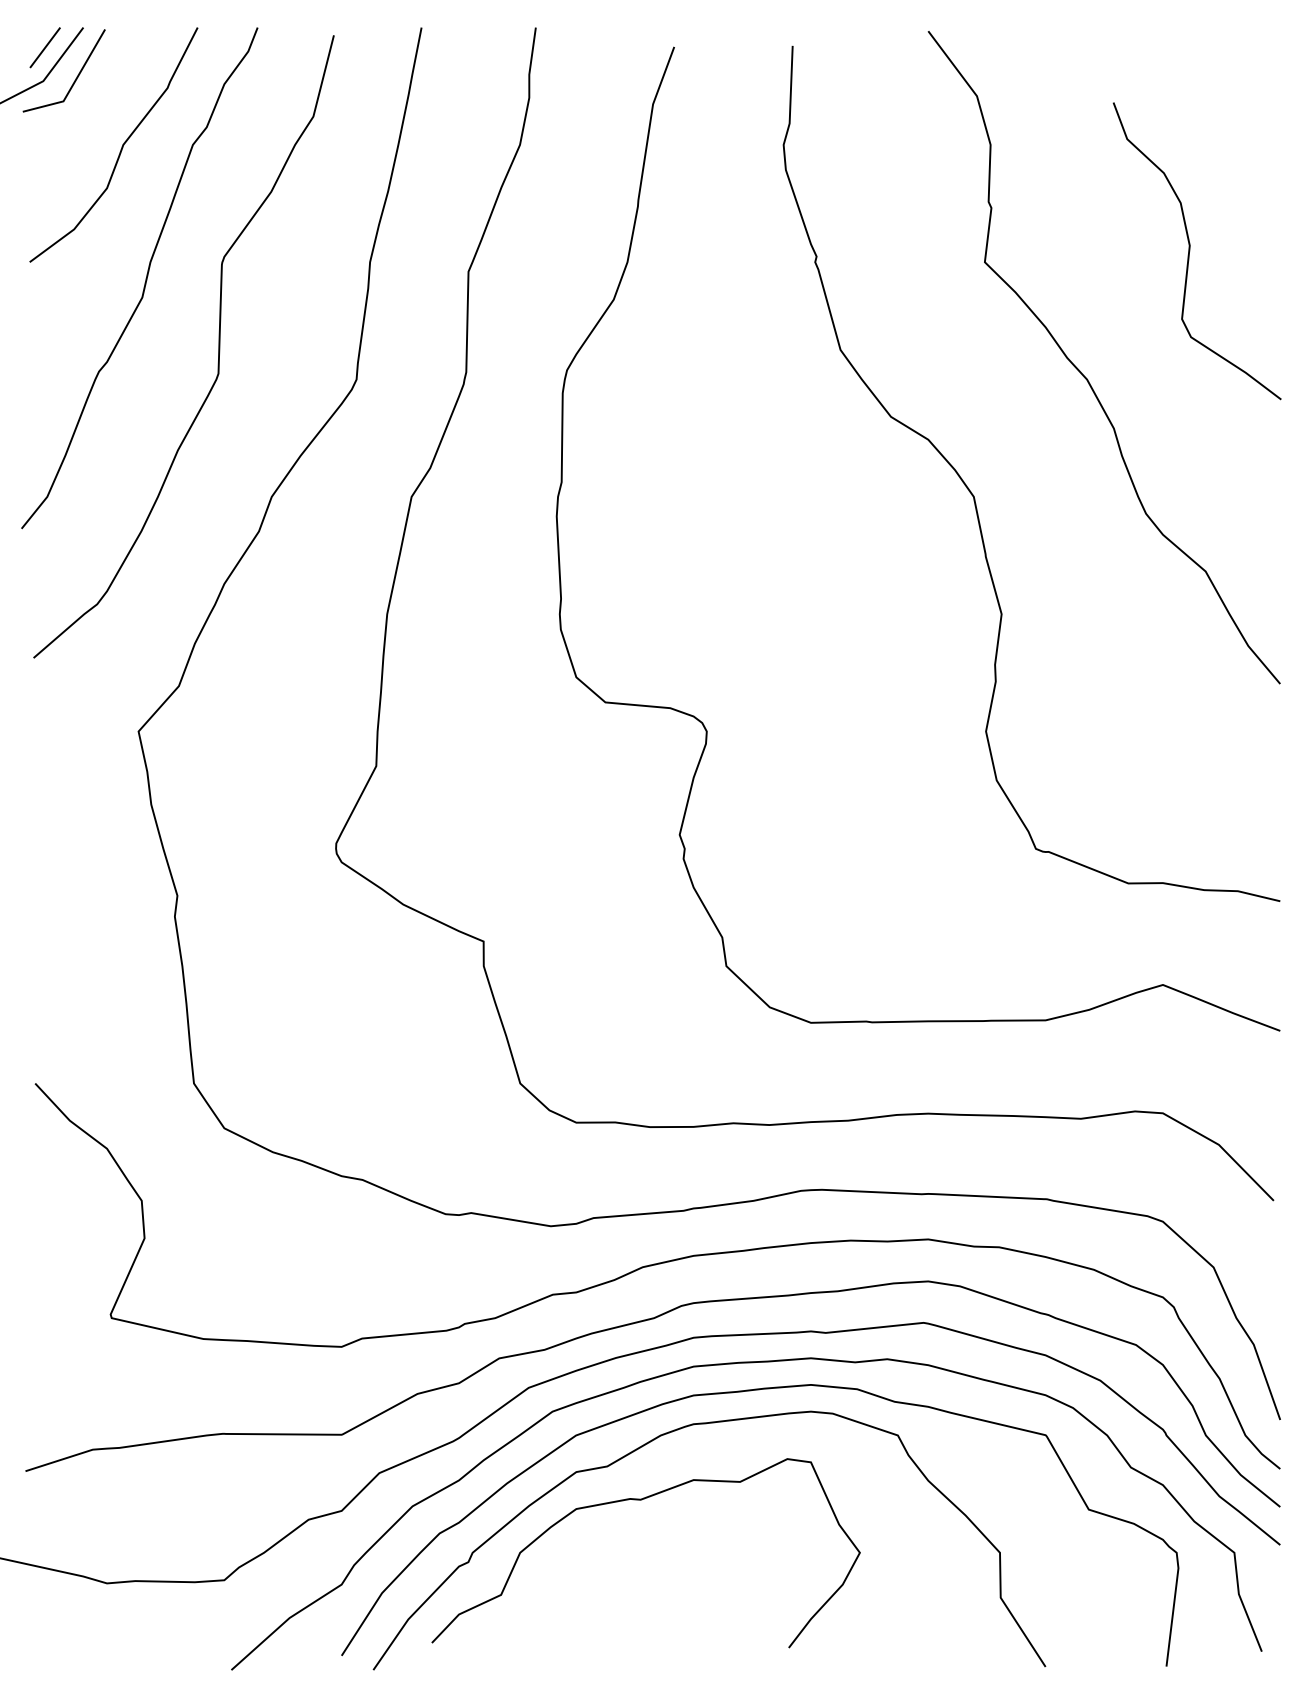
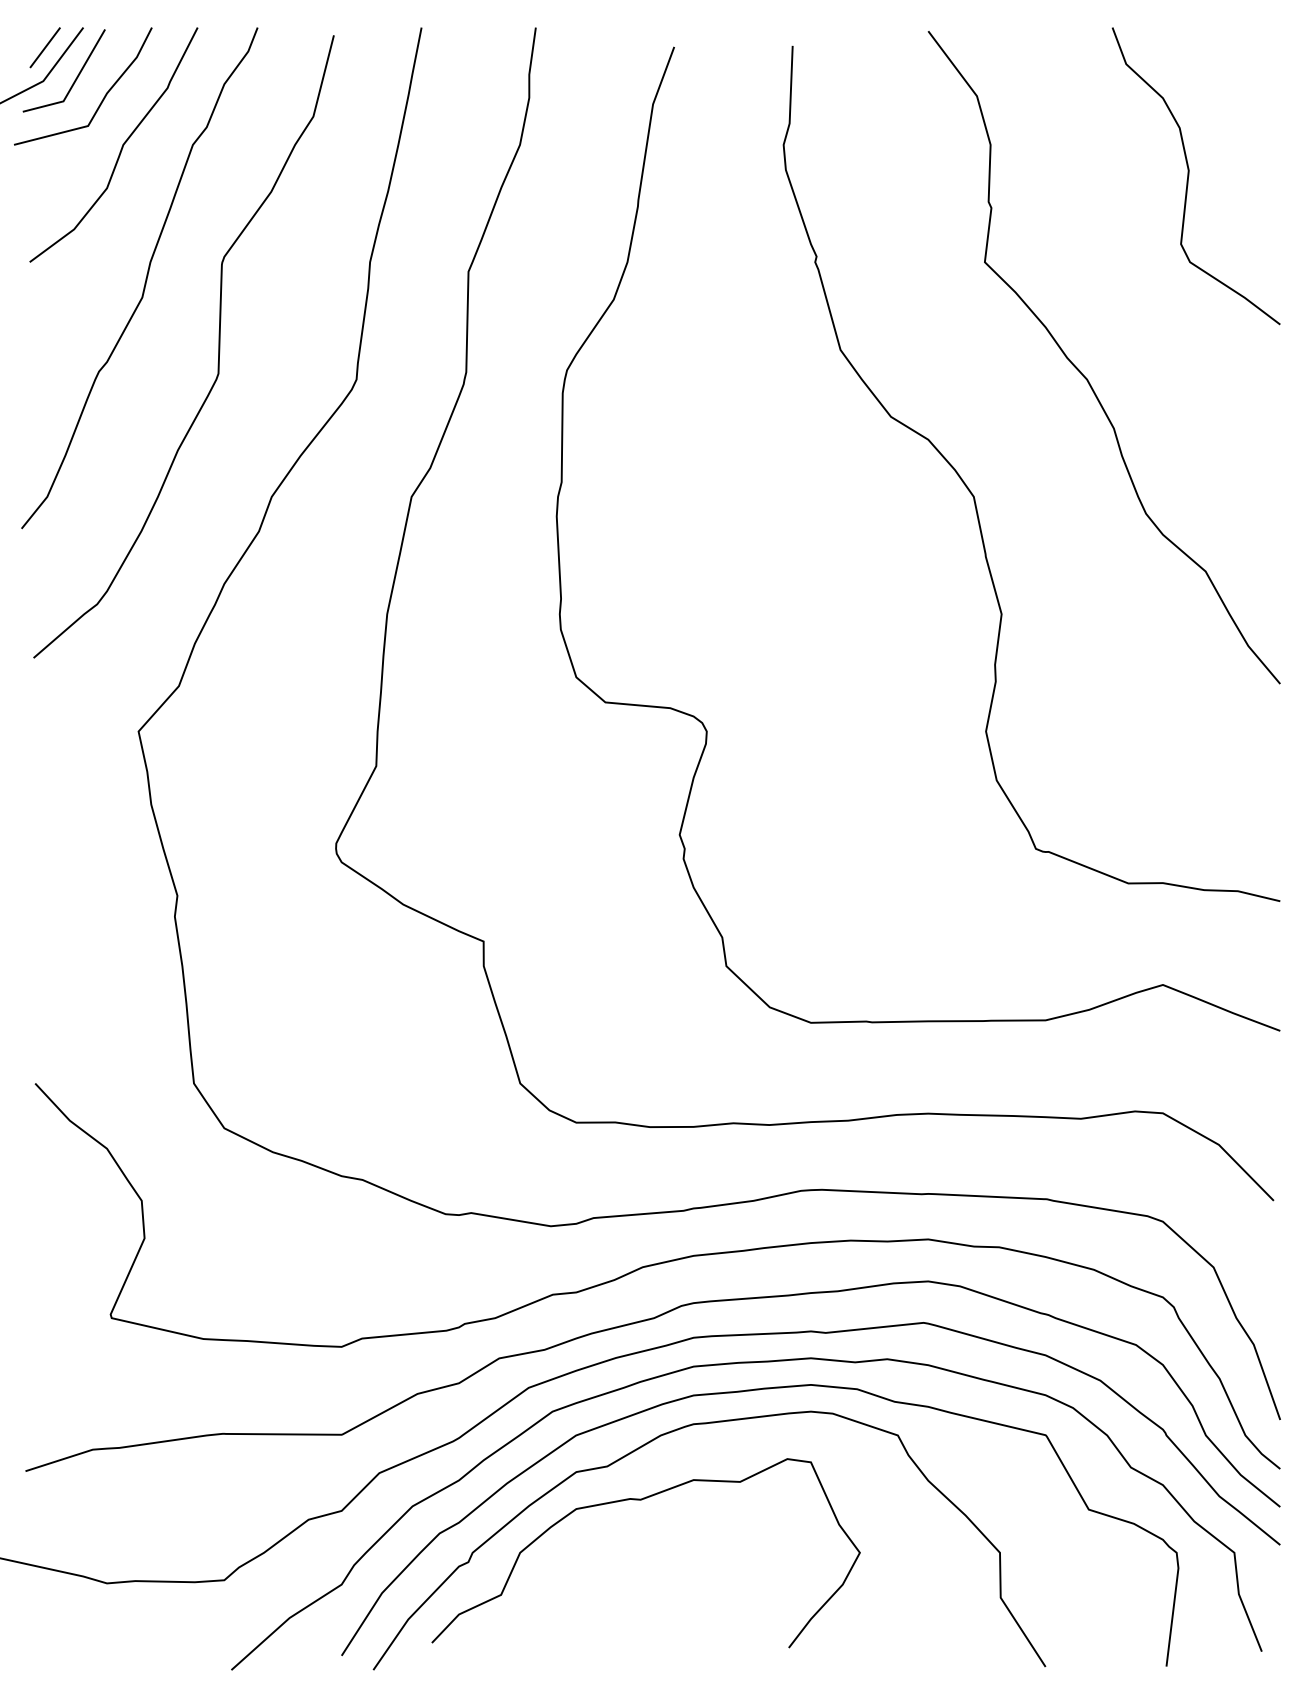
line at (101, 100): none -> present
curve at (1190, 251) position: (1190, 251) -> (1189, 176)
